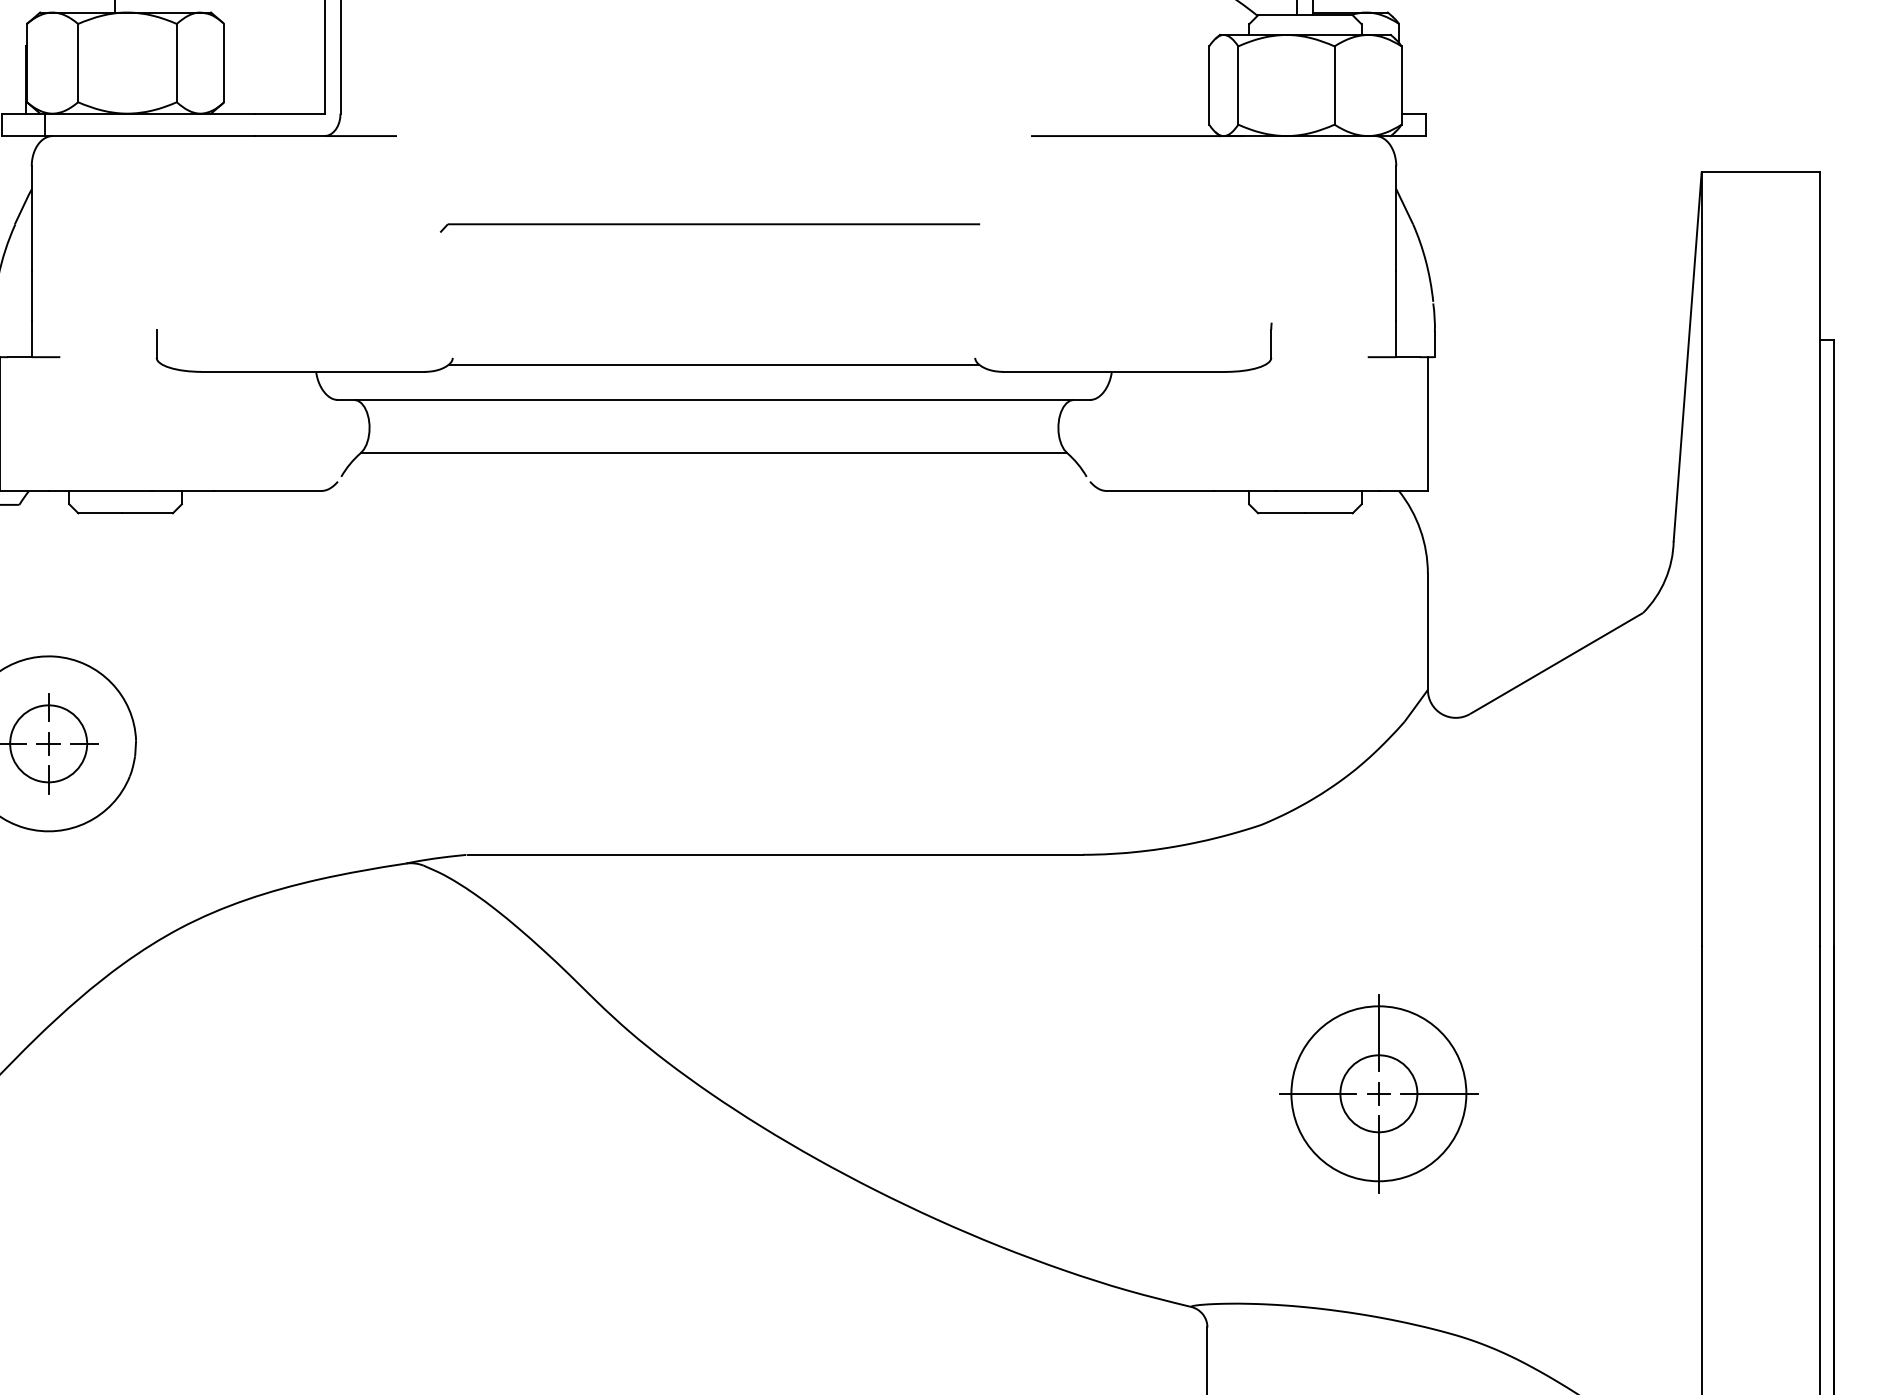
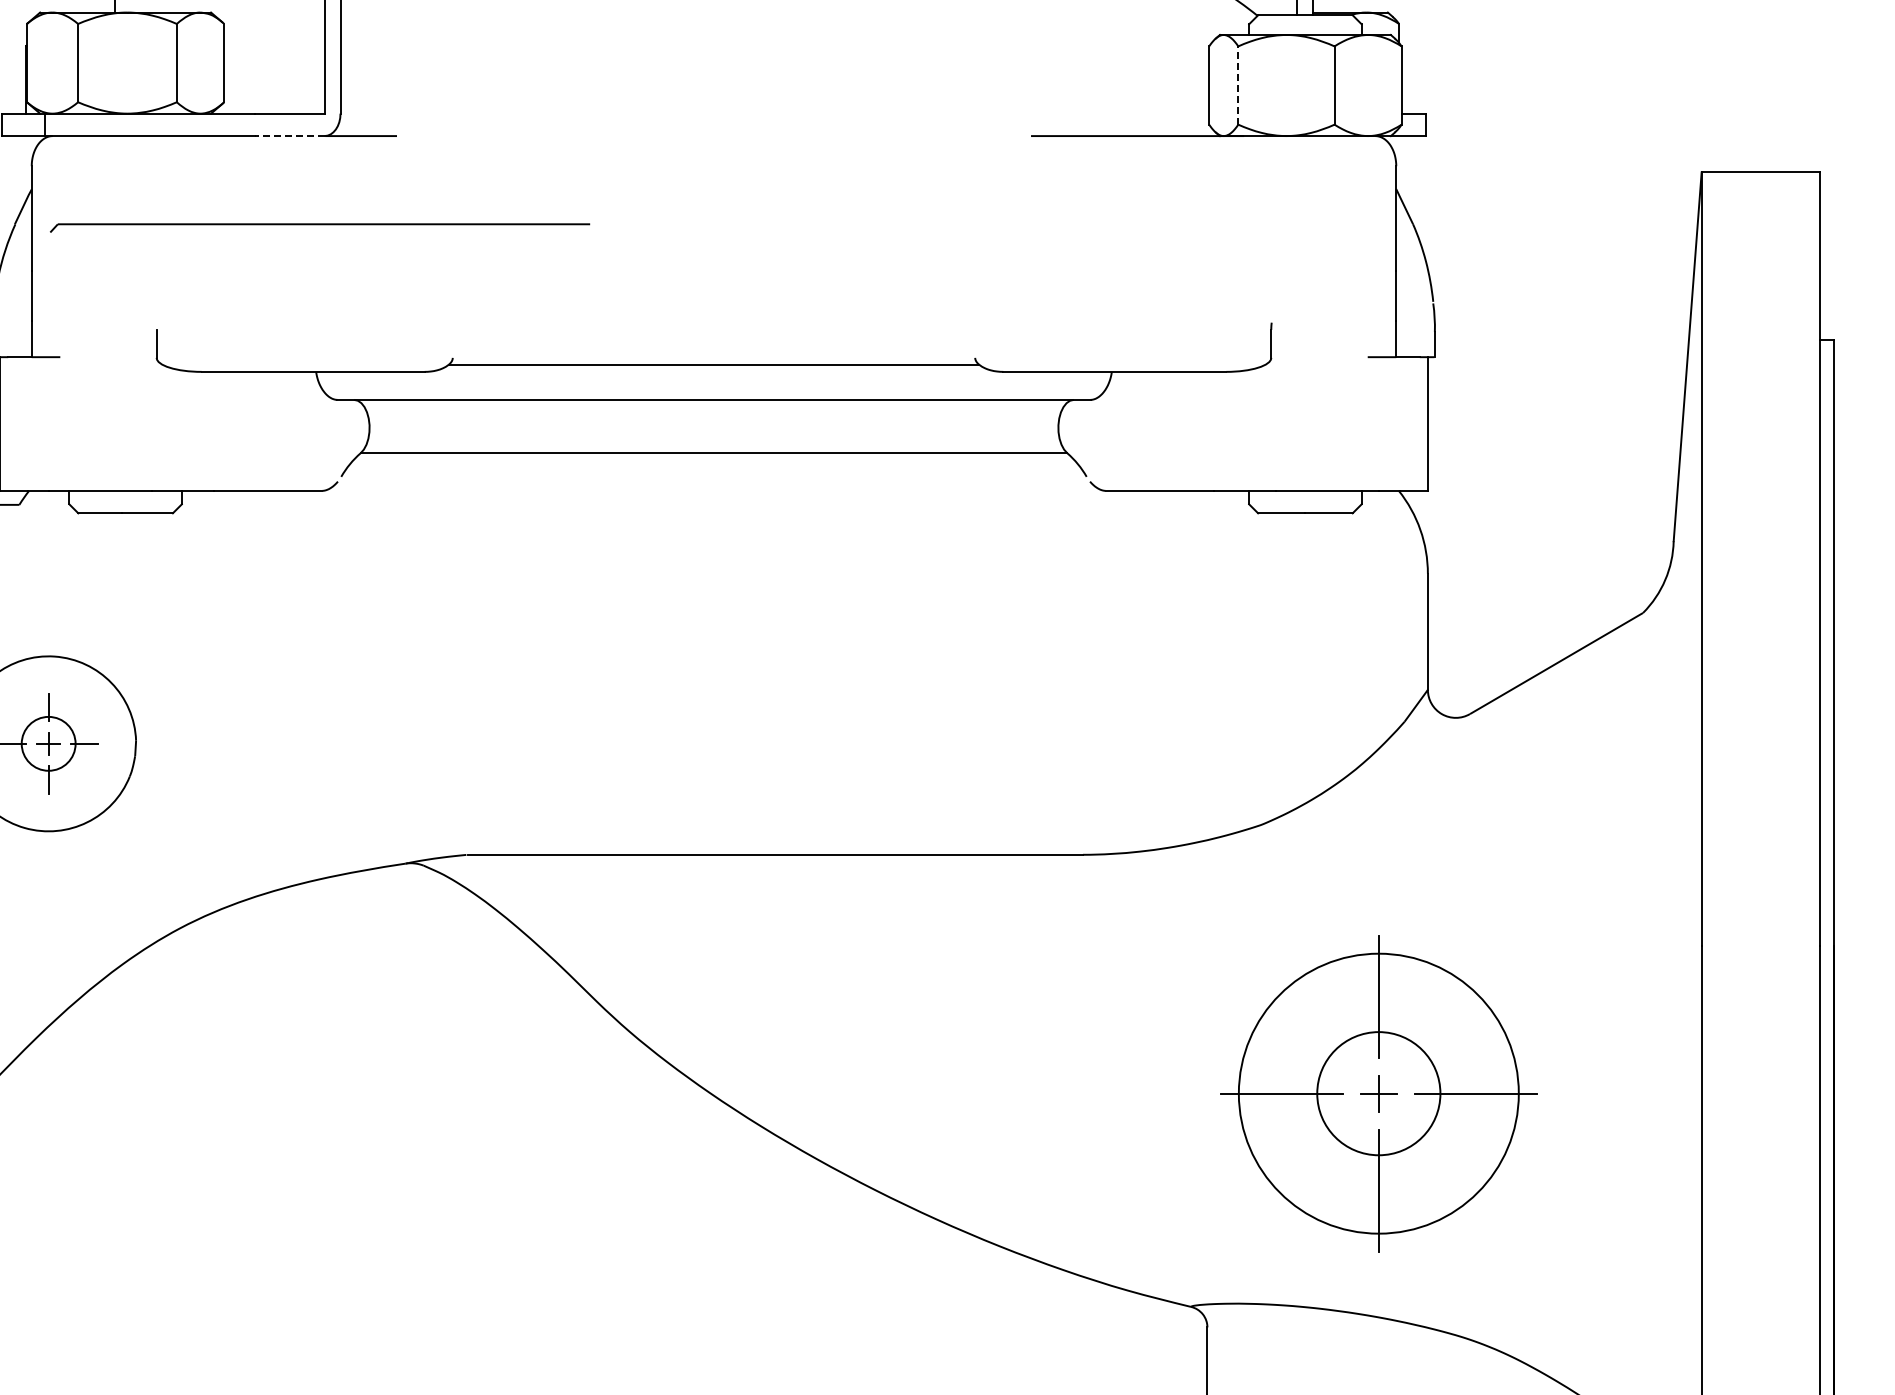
line at (1238, 85): solid -> dashed
line at (289, 136): solid -> dashed
part at (710, 227) position: (710, 227) -> (320, 227)
circle at (48, 743) diameter: 77 px -> 54 px
part at (1378, 1093) size: 200x200 px -> 318x318 px
